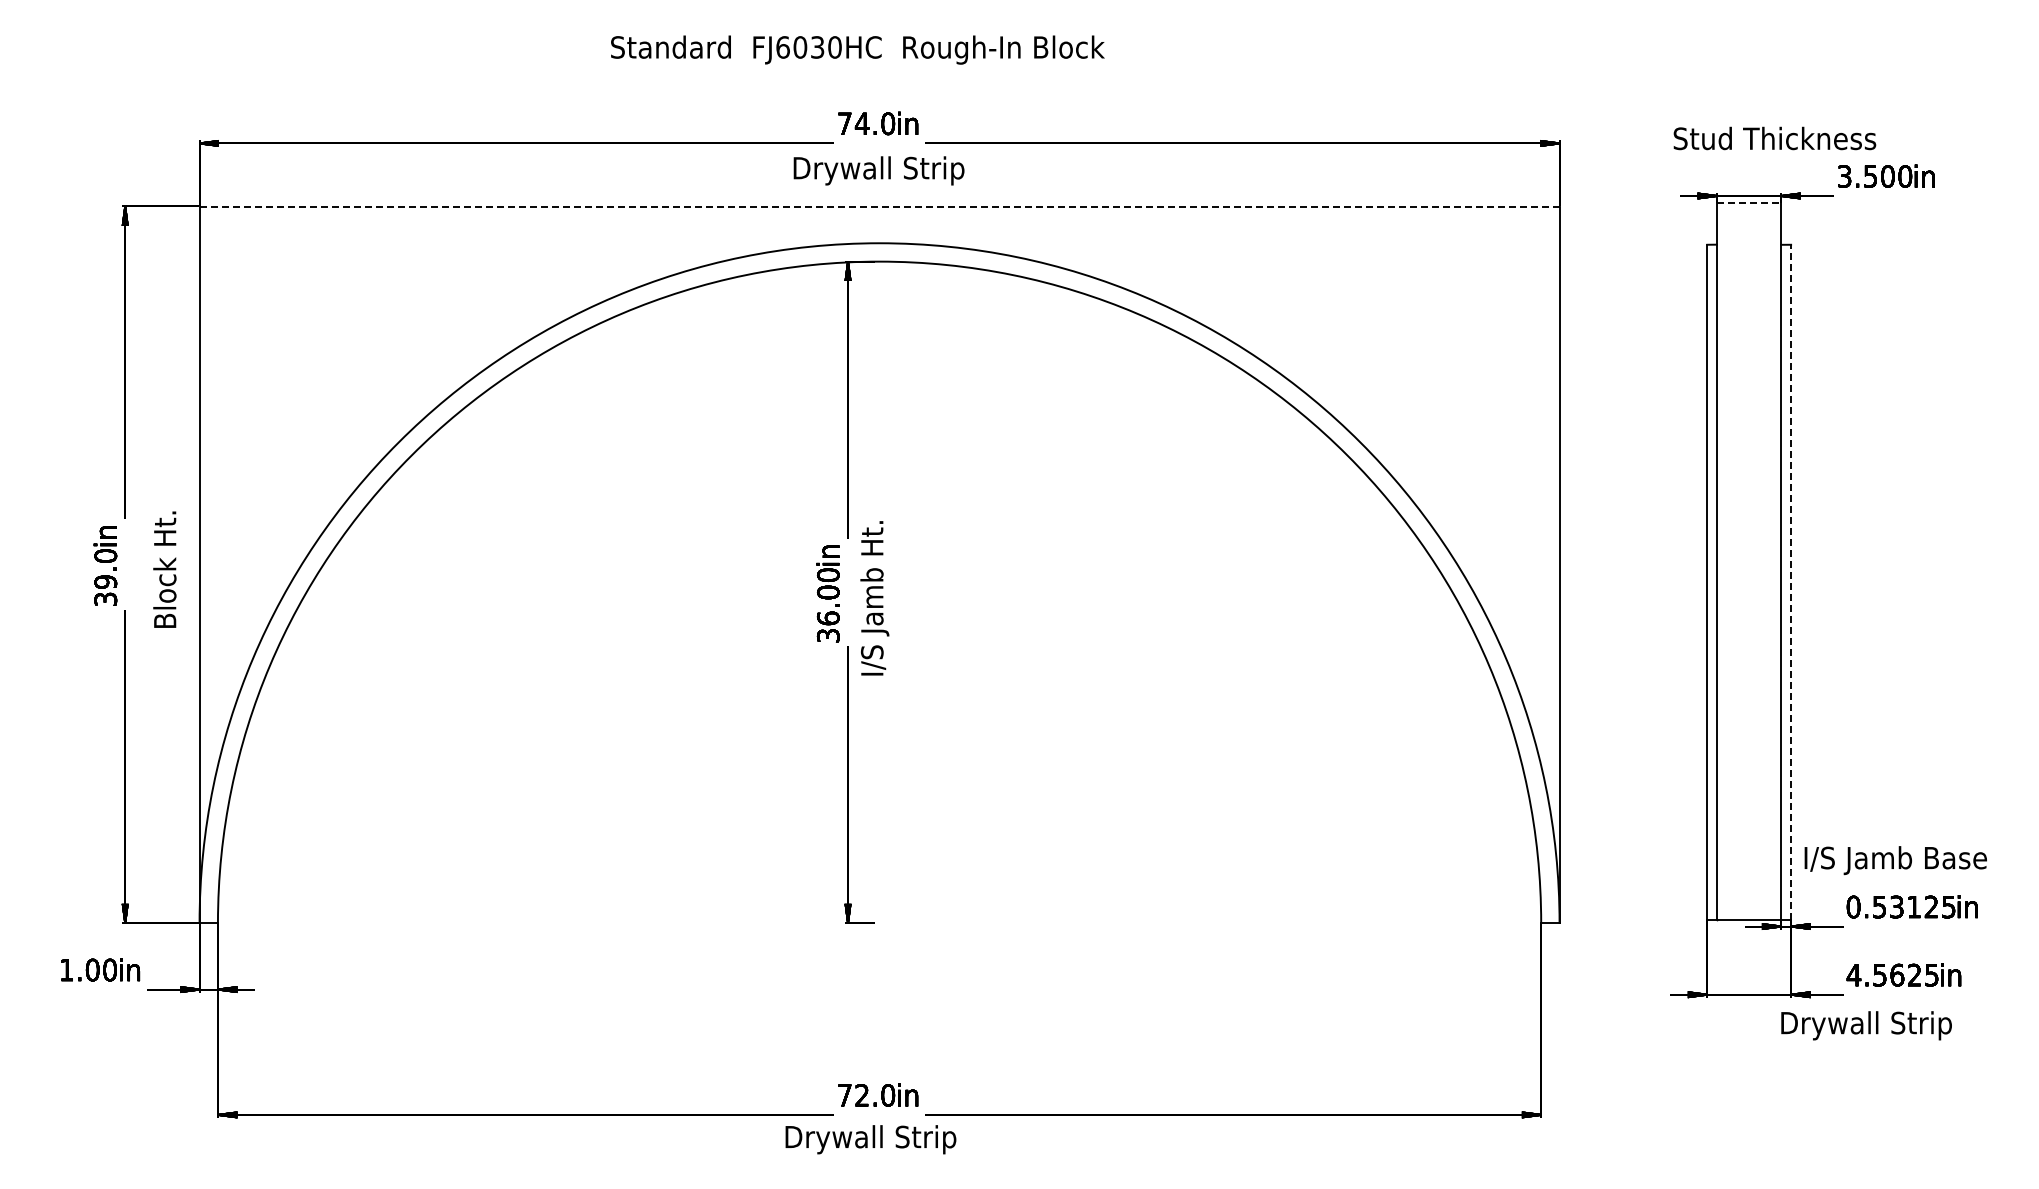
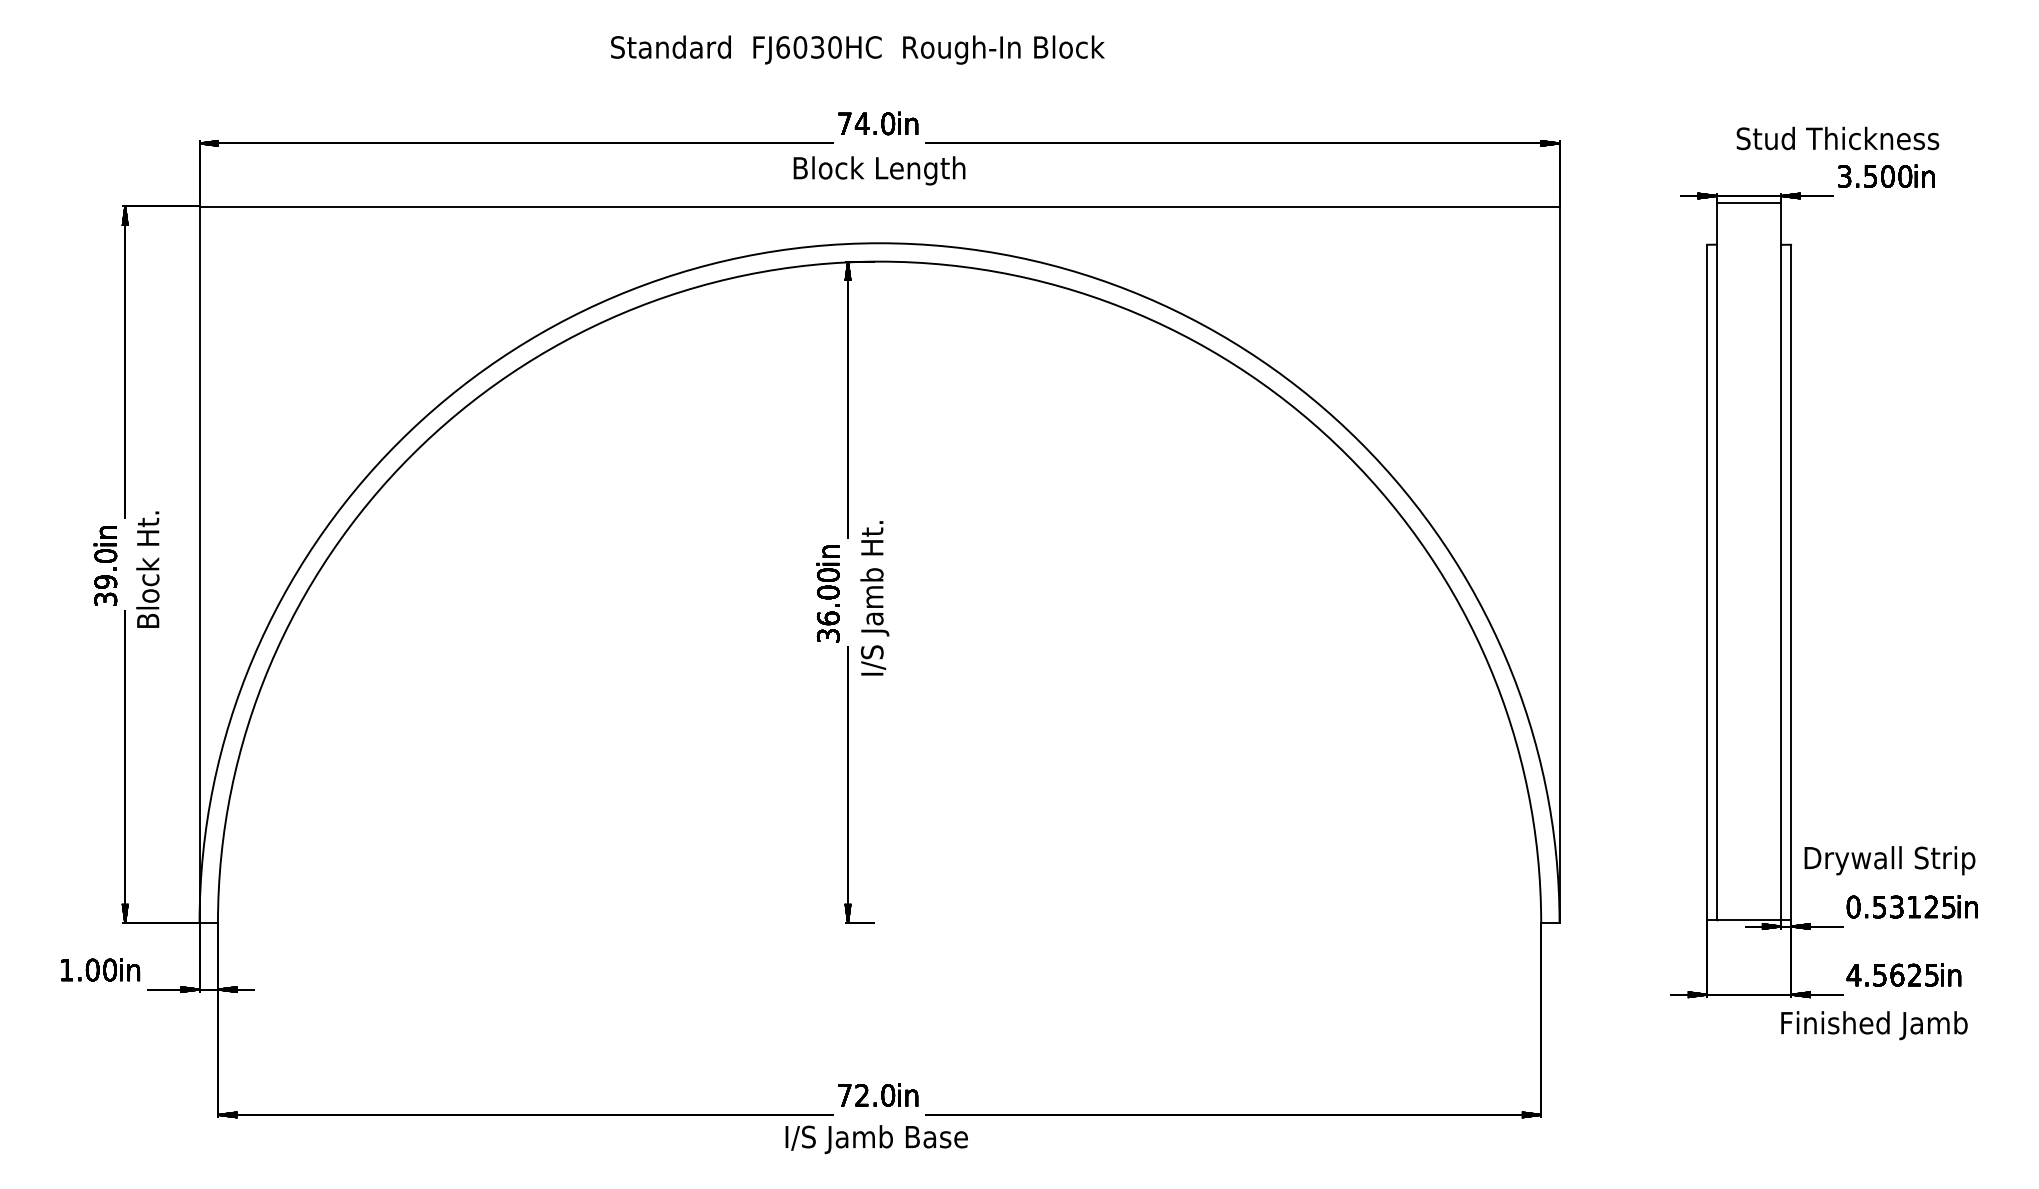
text at (1774, 138) position: (1774, 138) -> (1837, 138)
text at (880, 170): Drywall Strip -> Block Length
line at (1749, 203): dashed -> solid
line at (879, 206): dashed -> solid
text at (164, 569) position: (164, 569) -> (147, 569)
line at (1791, 582): dashed -> solid
text at (1896, 860): I/S Jamb Base -> Drywall Strip
text at (1875, 1025): Drywall Strip -> Finished Jamb
text at (877, 1139): Drywall Strip -> I/S Jamb Base
